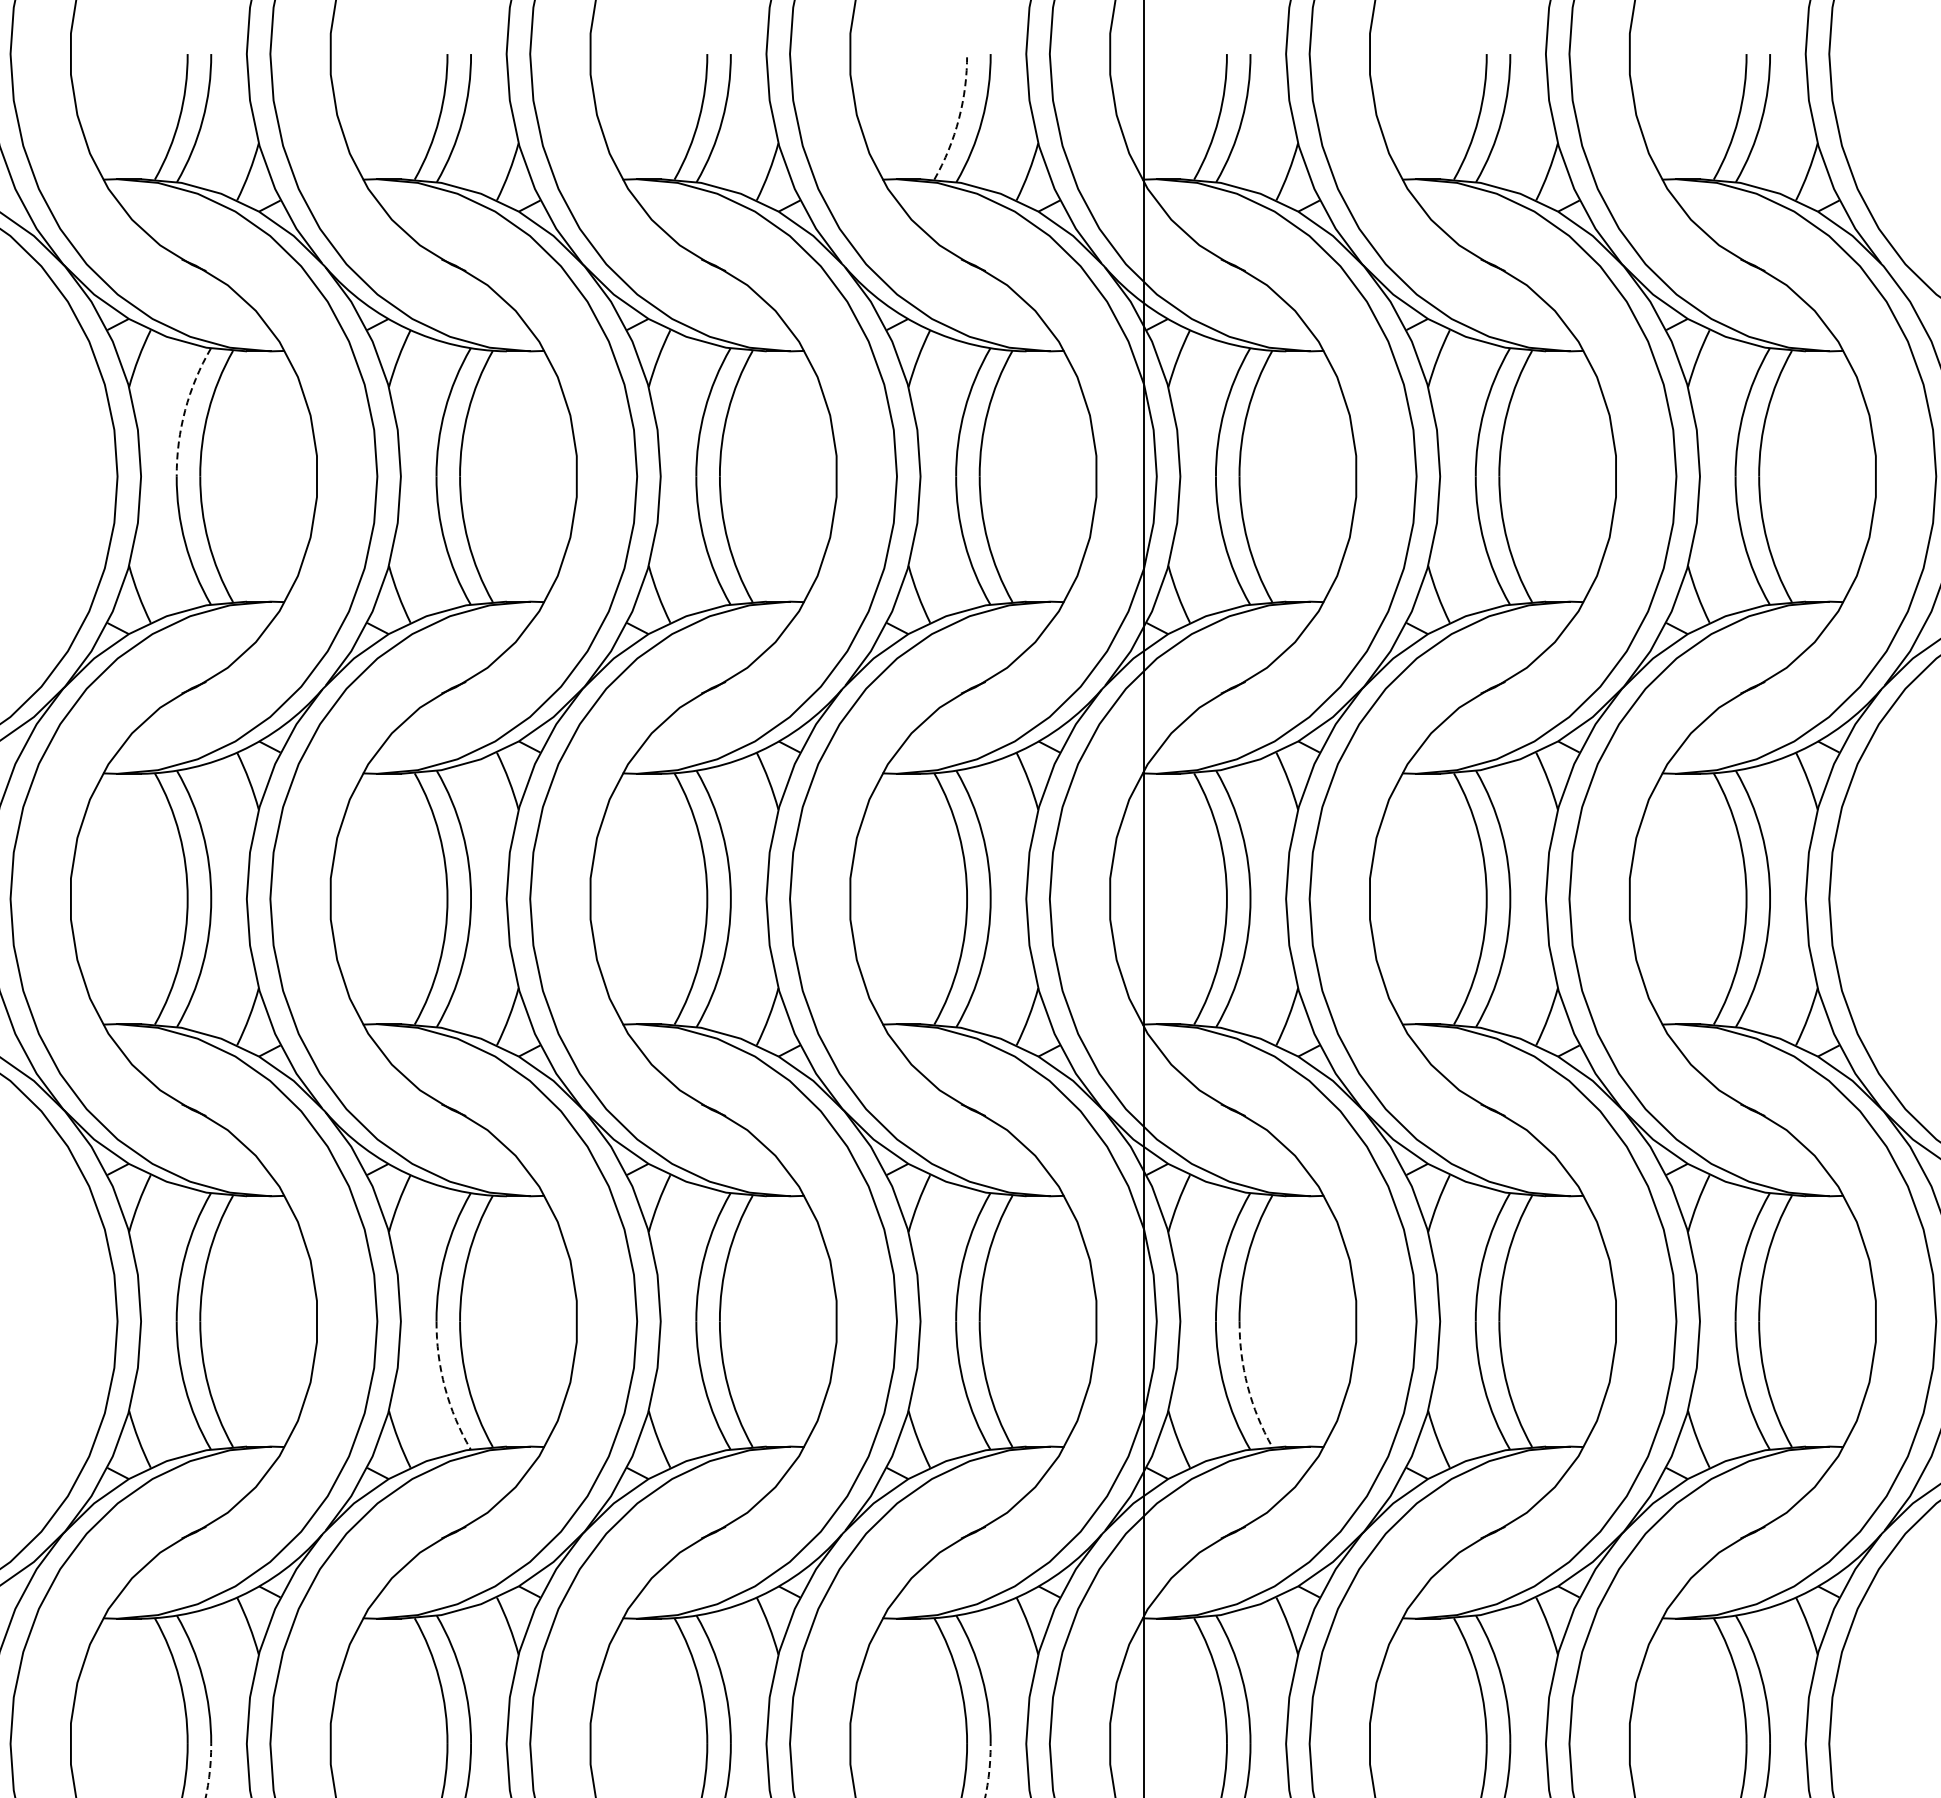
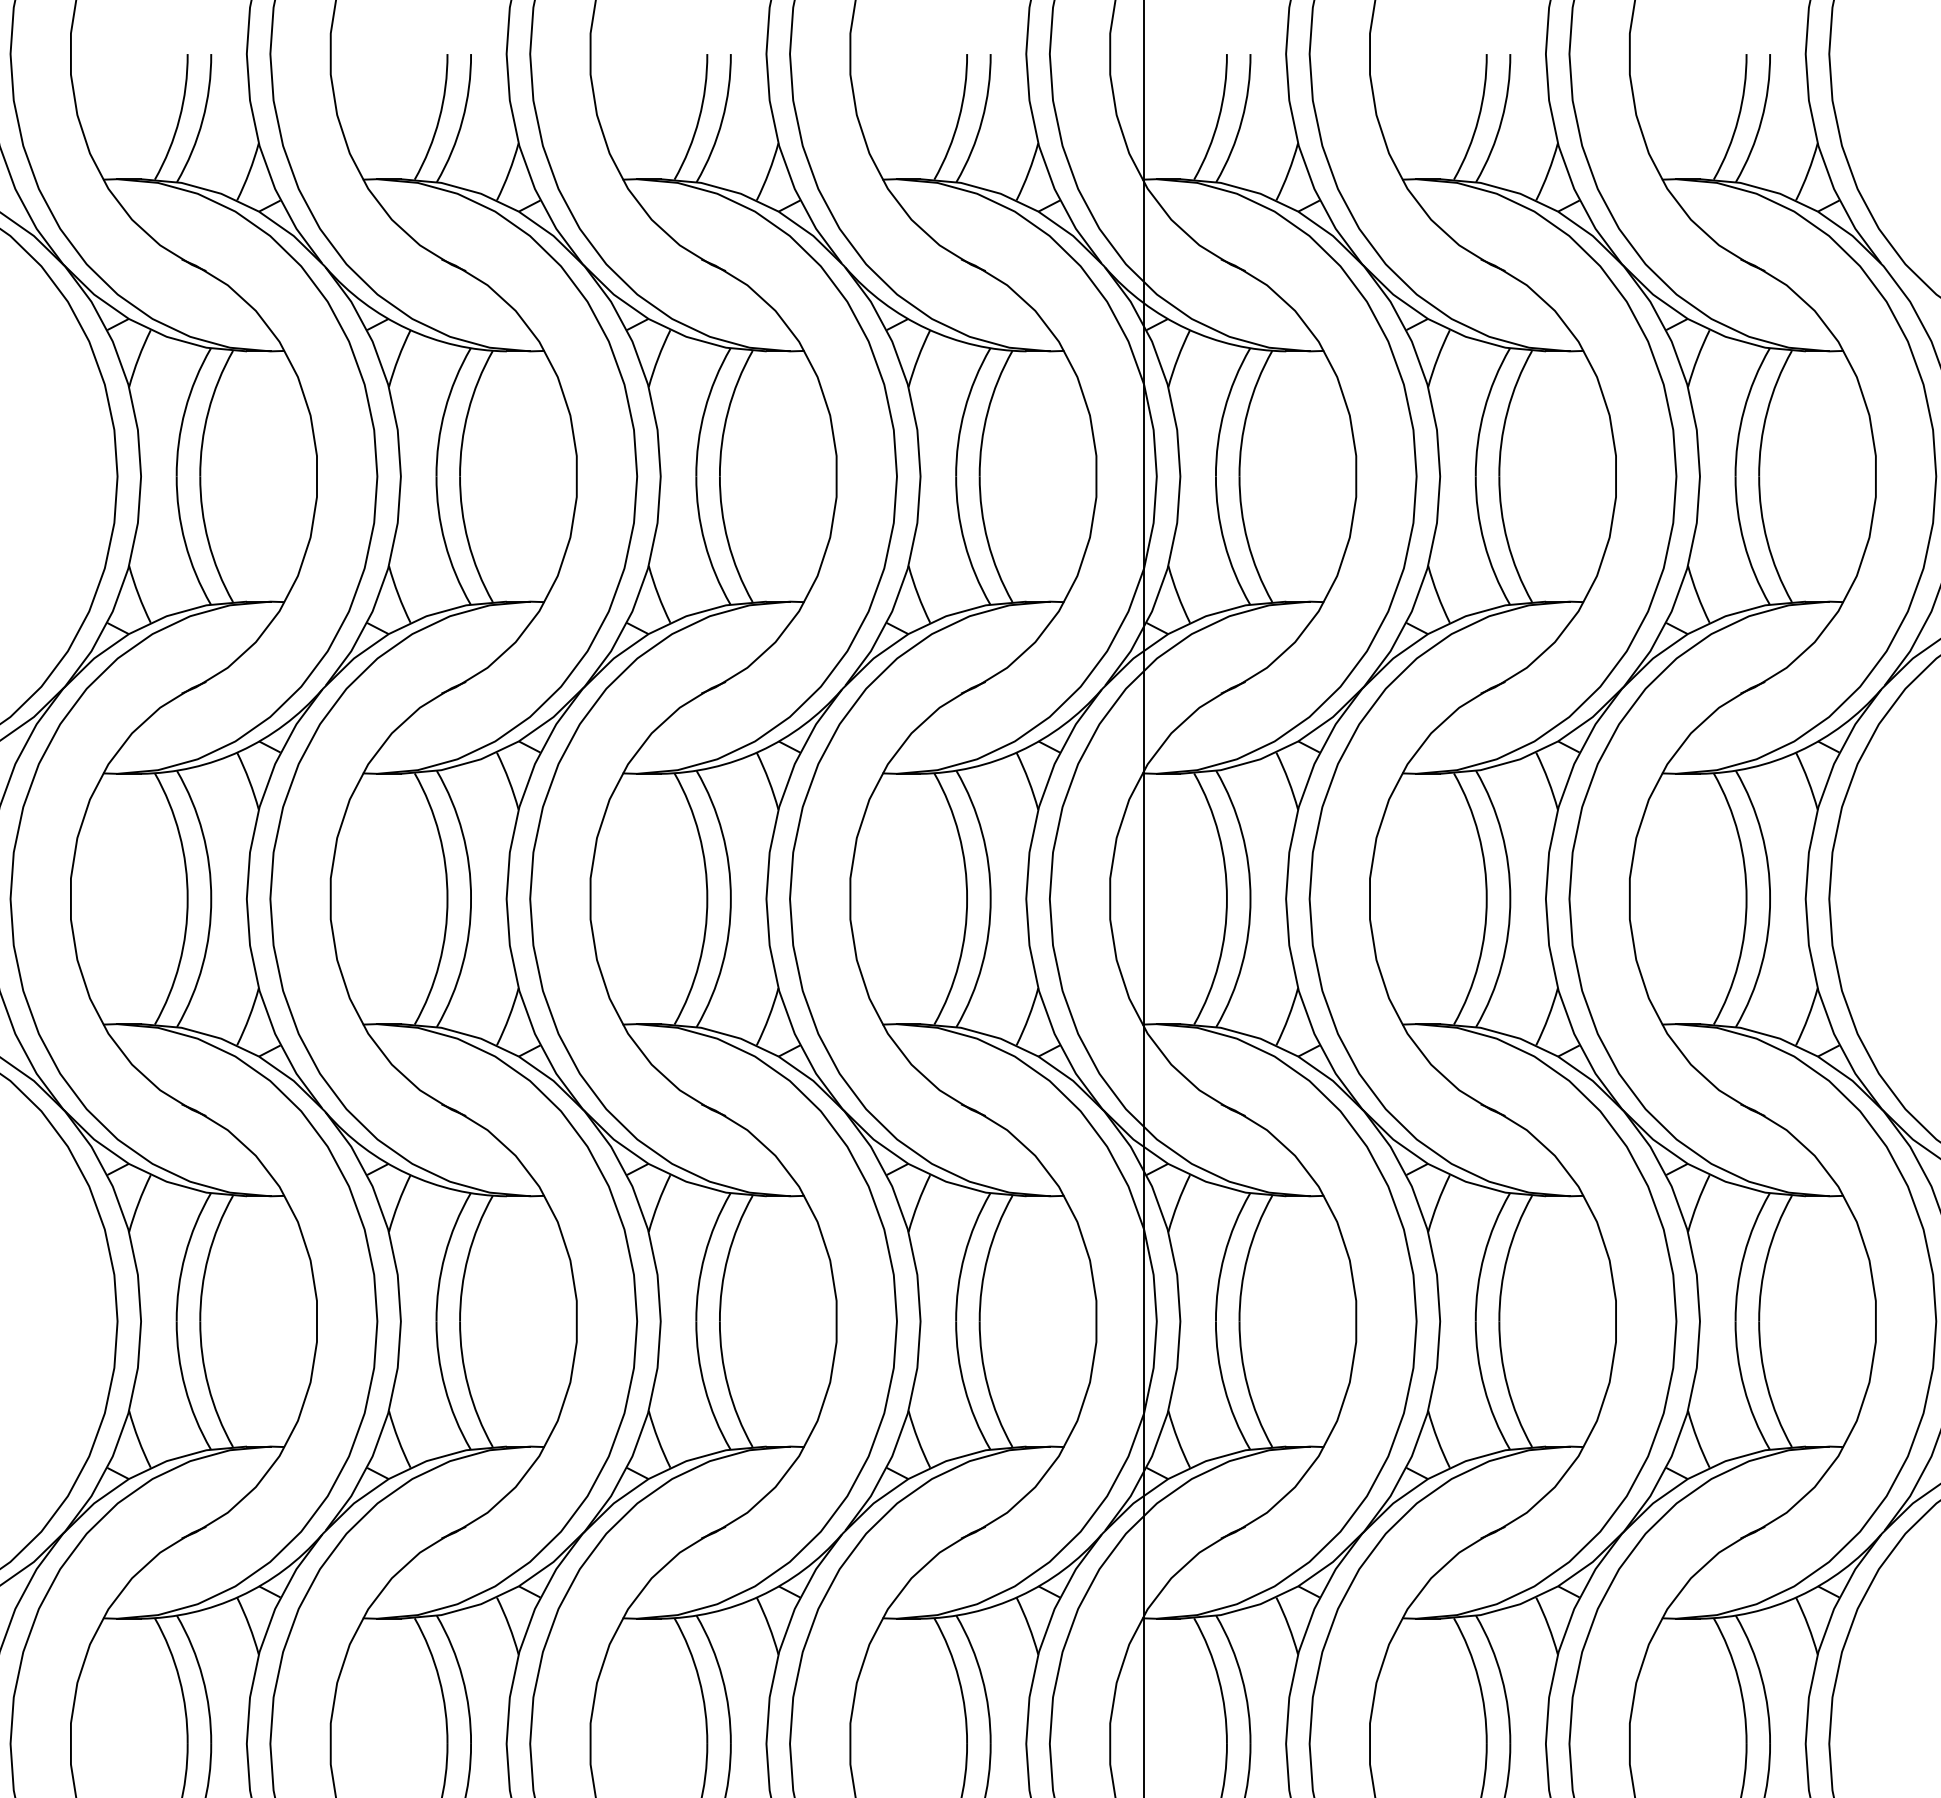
arc at (958, 119): dashed -> solid
arc at (185, 410): dashed -> solid
arc at (1247, 1386): dashed -> solid
arc at (445, 1387): dashed -> solid
arc at (209, 1770): dashed -> solid
arc at (989, 1770): dashed -> solid
